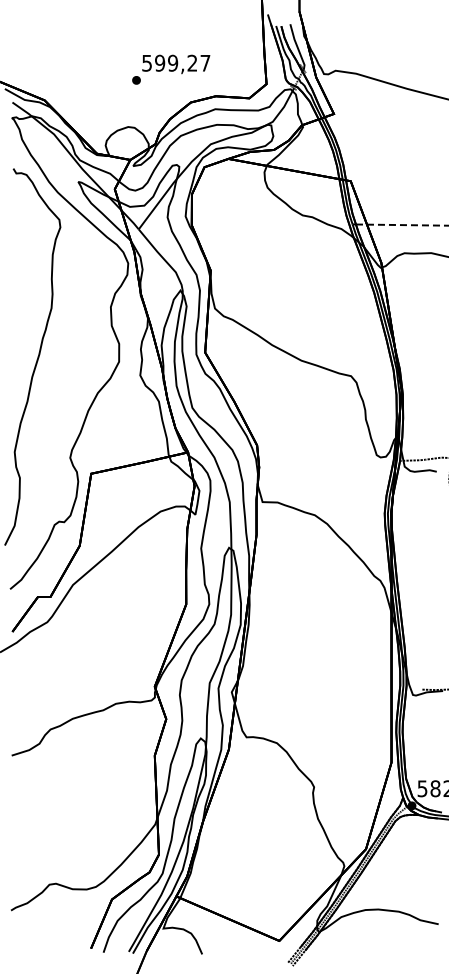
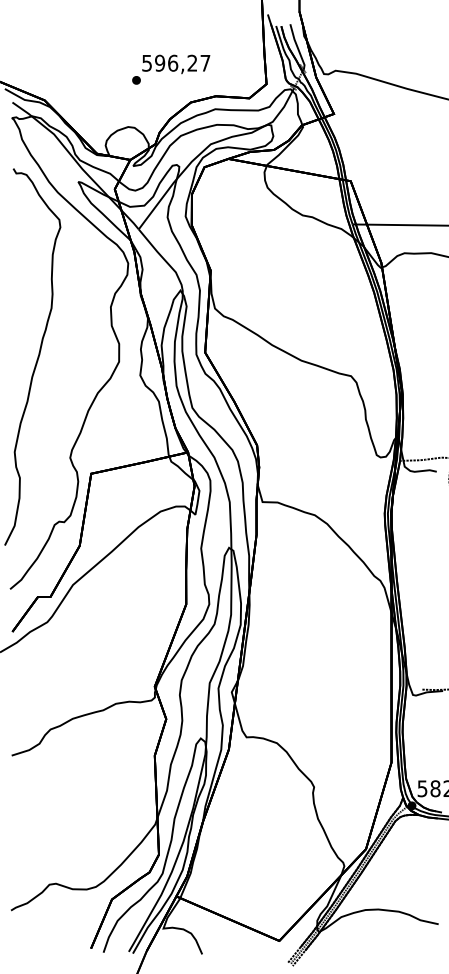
text at (173, 62): 599,27 -> 596,27
line at (402, 225): dashed -> solid
